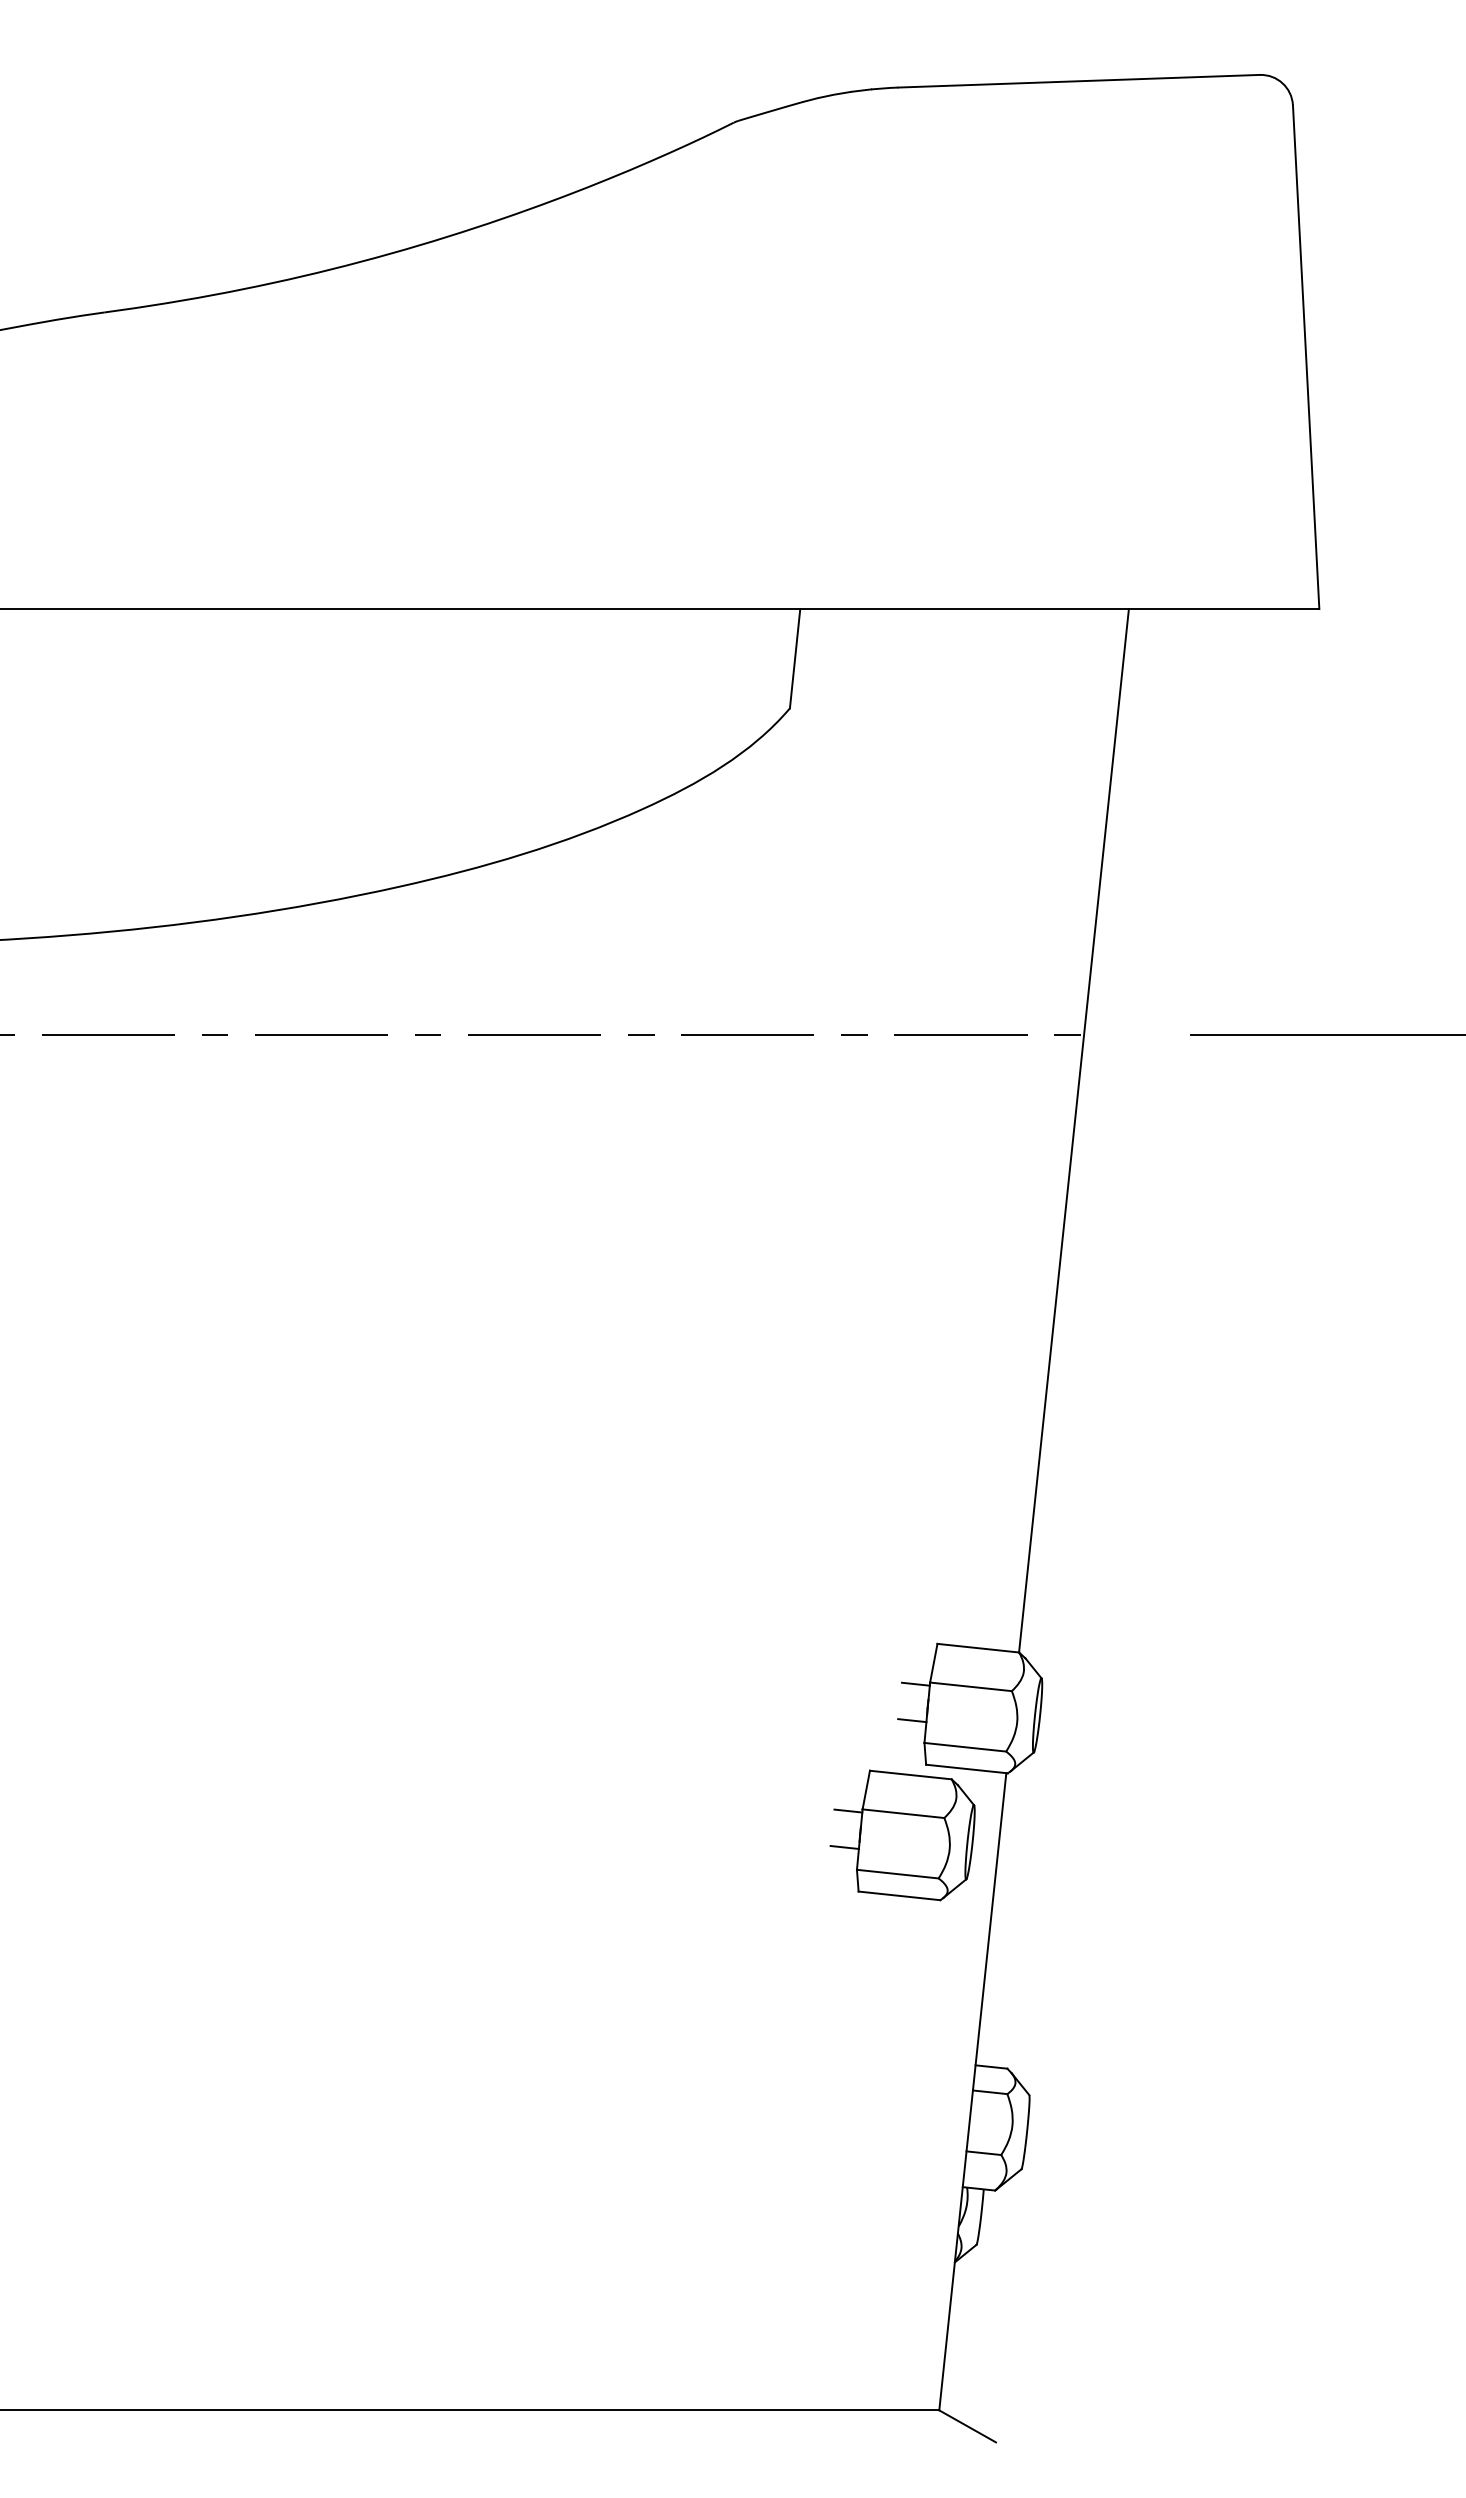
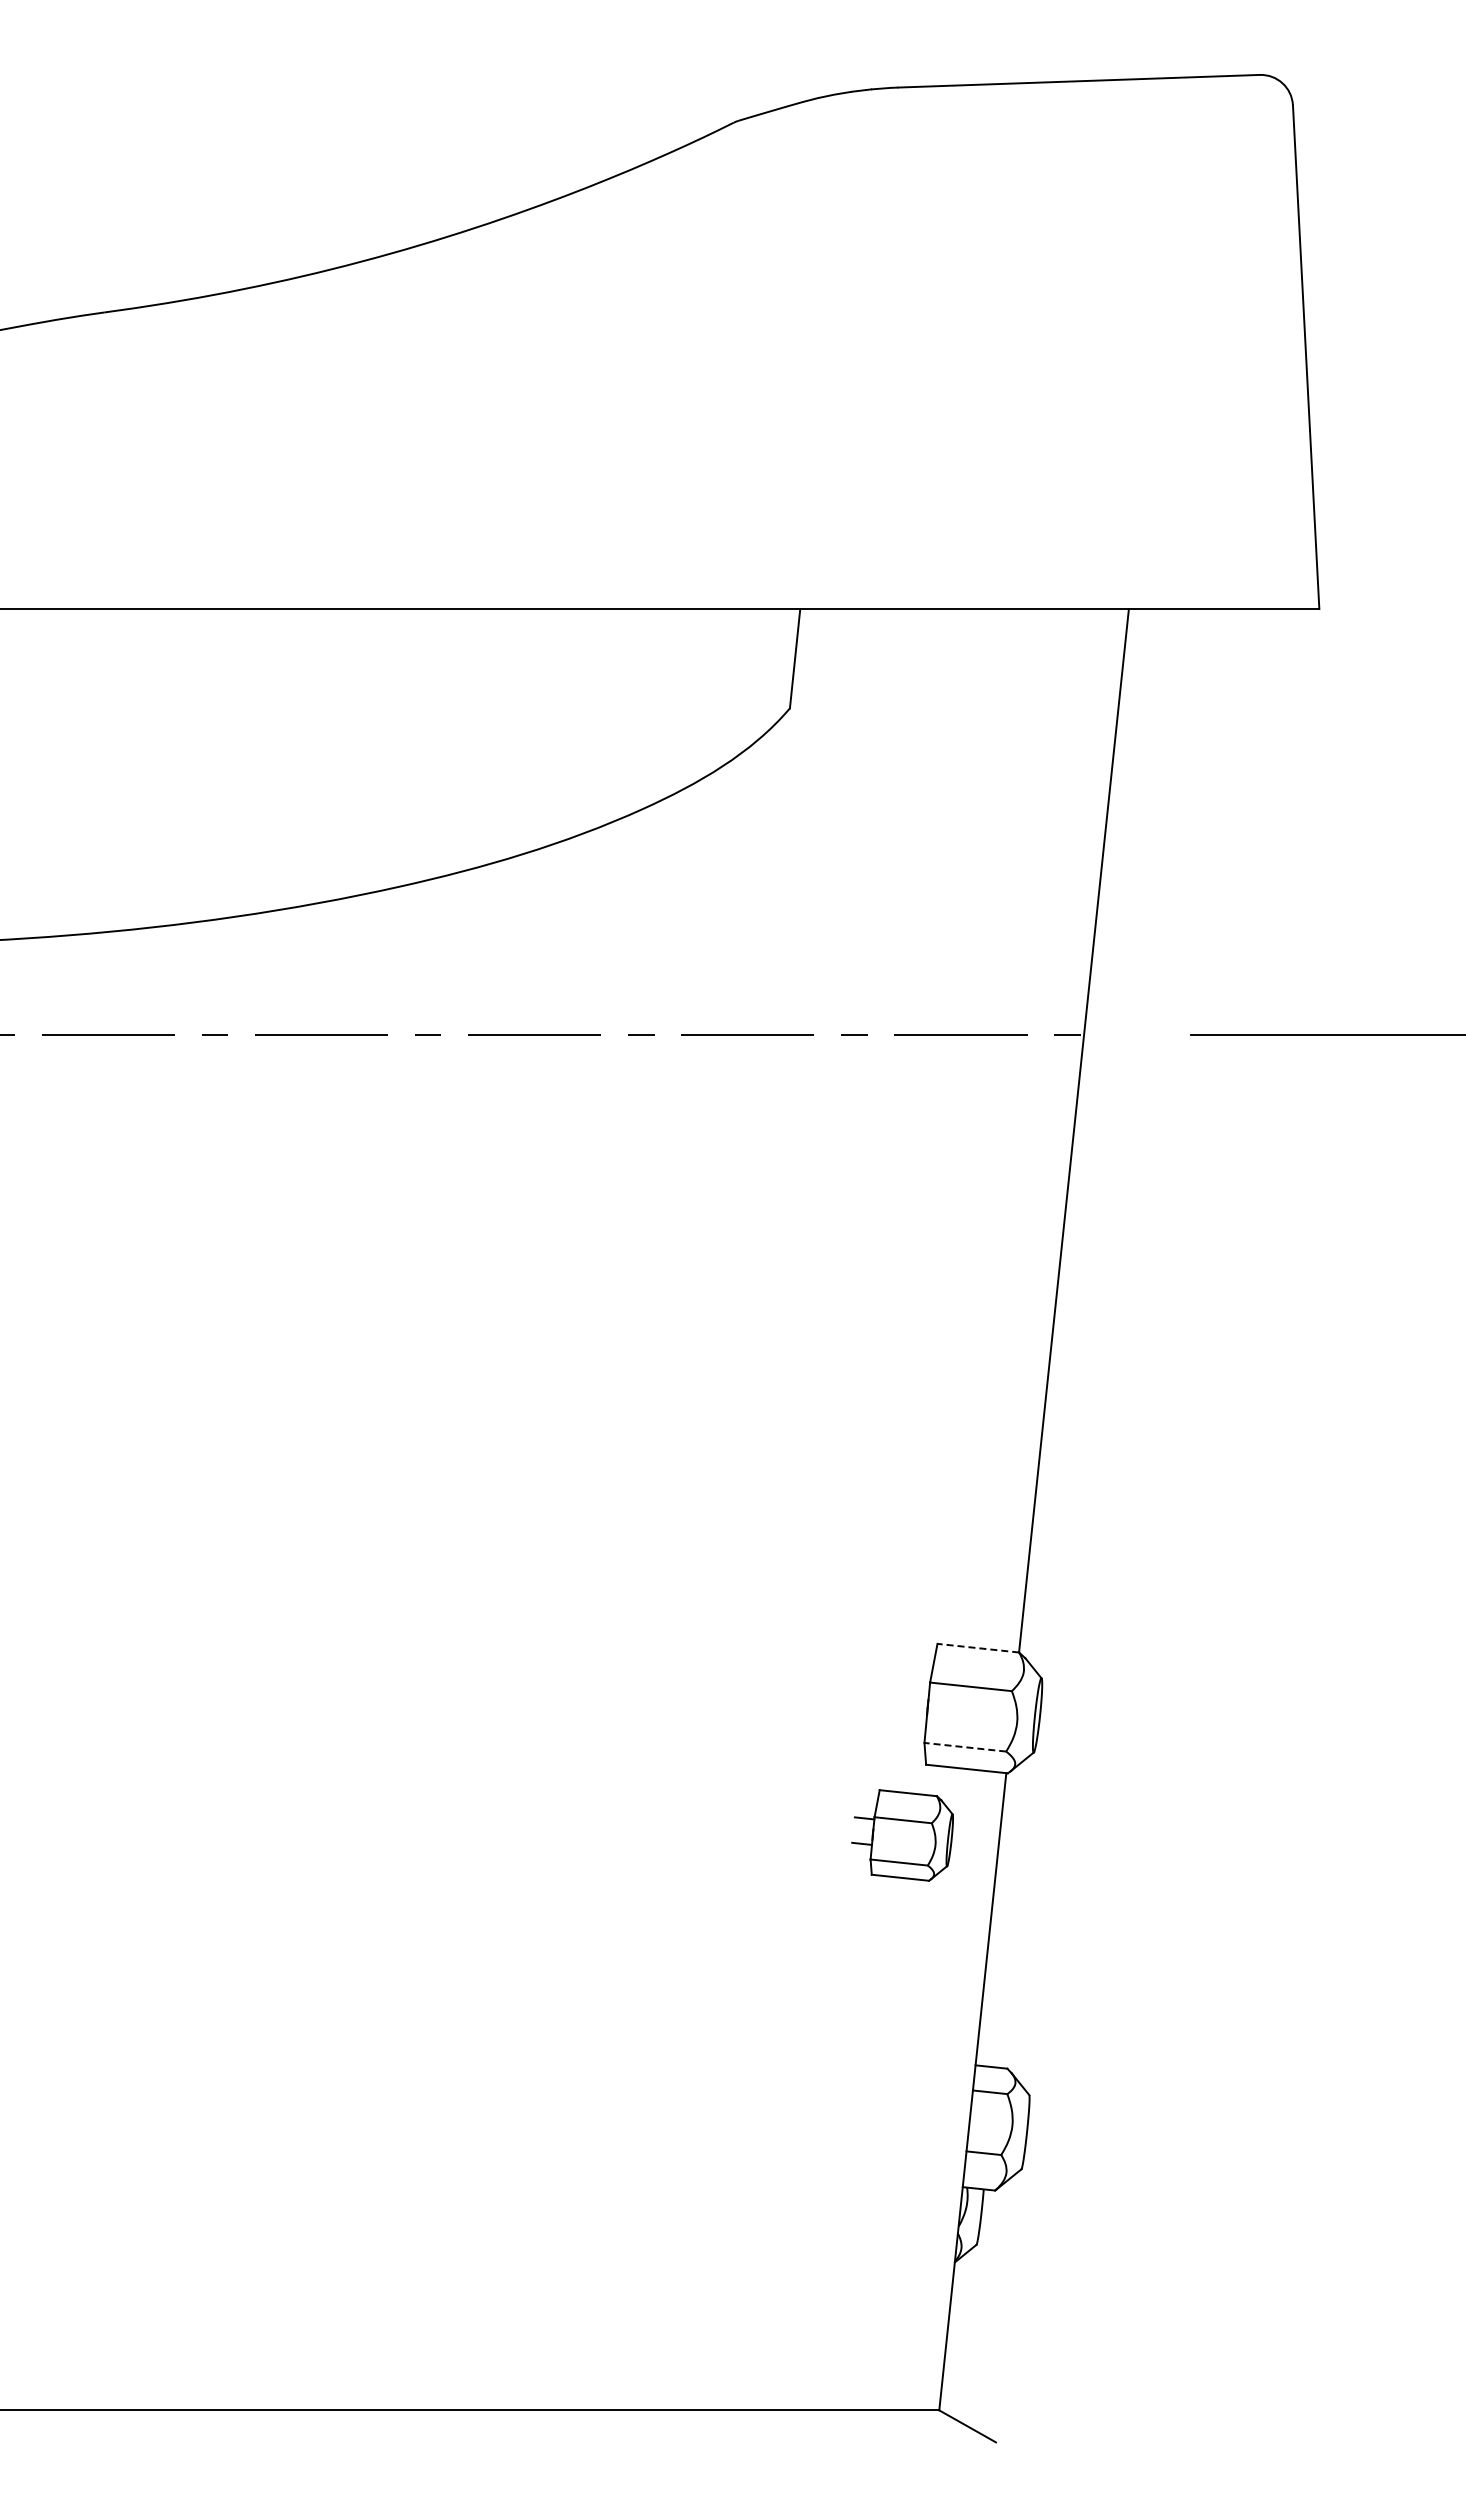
line at (977, 1648): solid -> dashed
line at (915, 1683): present -> none
line at (912, 1720): present -> none
line at (964, 1747): solid -> dashed
part at (902, 1835) size: 147x133 px -> 103x93 px
